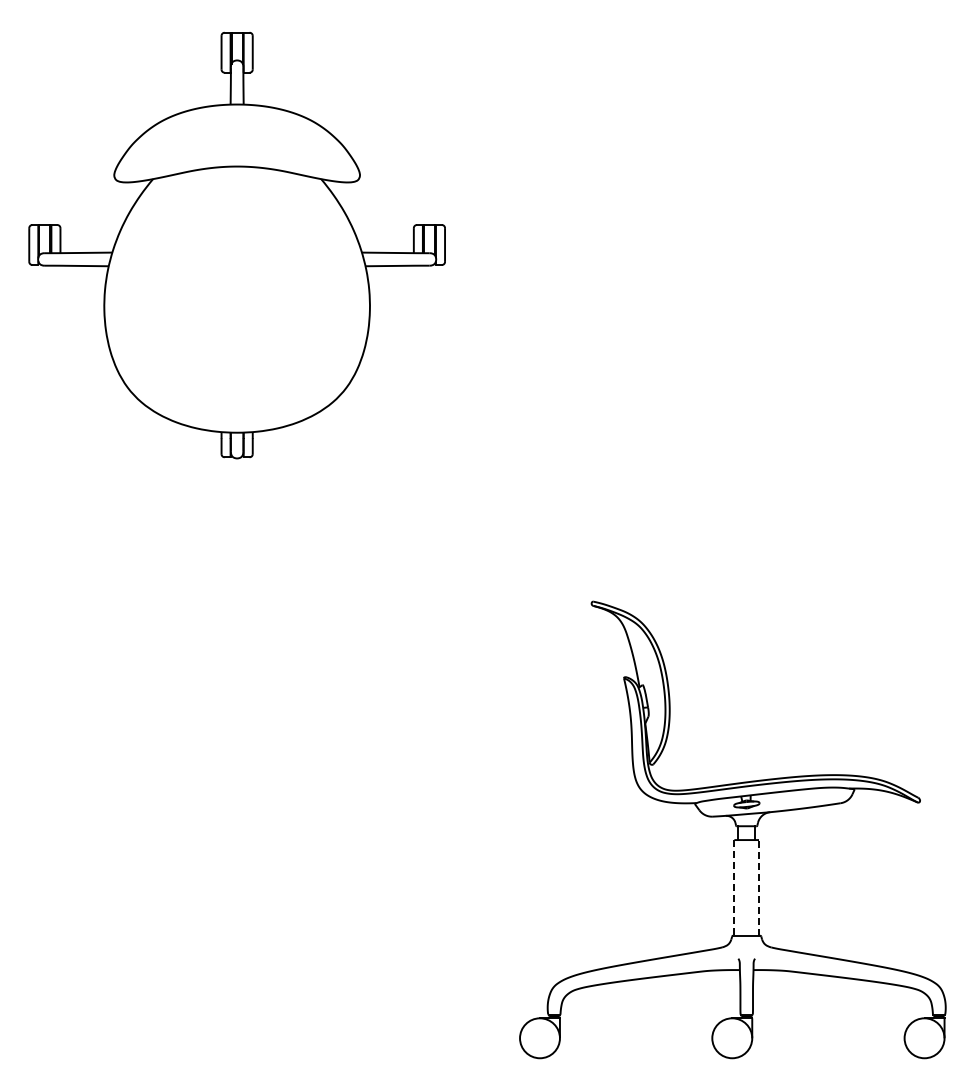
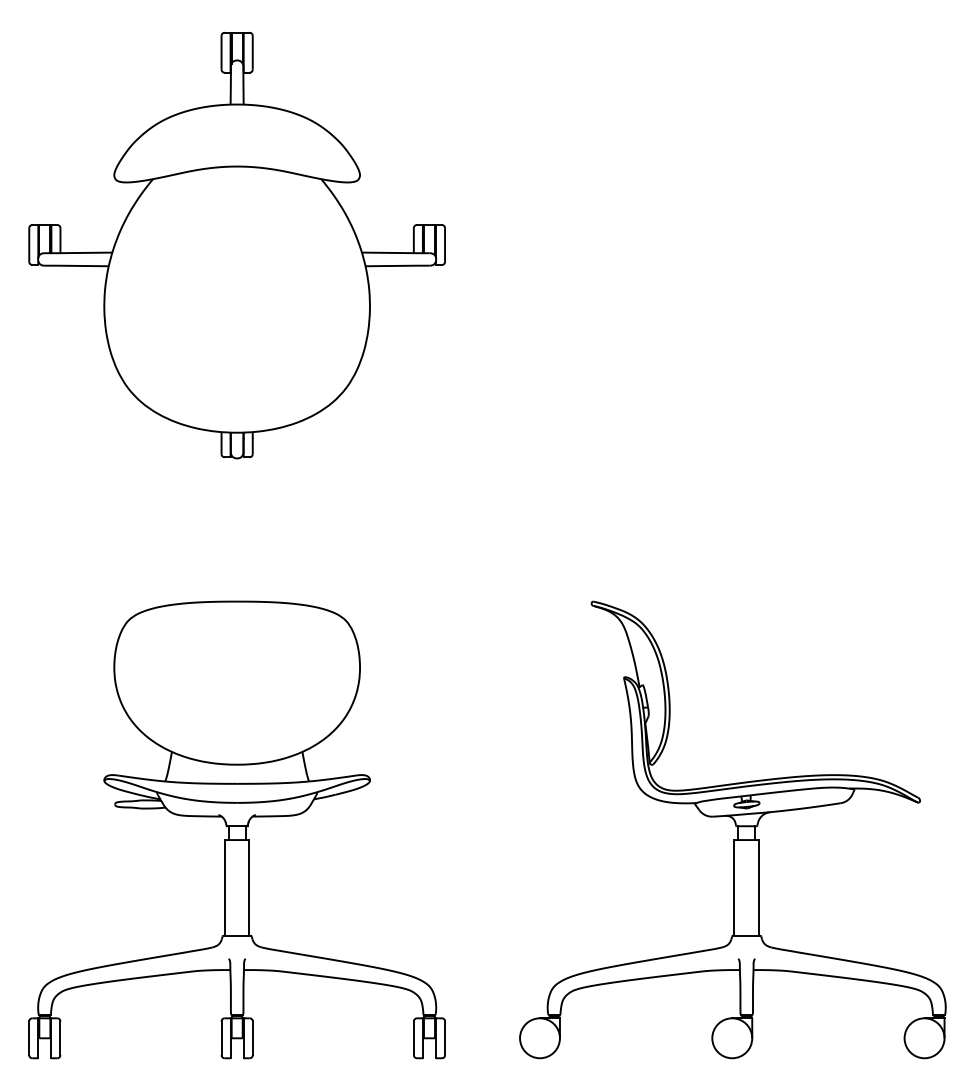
part at (236, 829): none -> present
line at (734, 887): dashed -> solid
line at (758, 887): dashed -> solid
